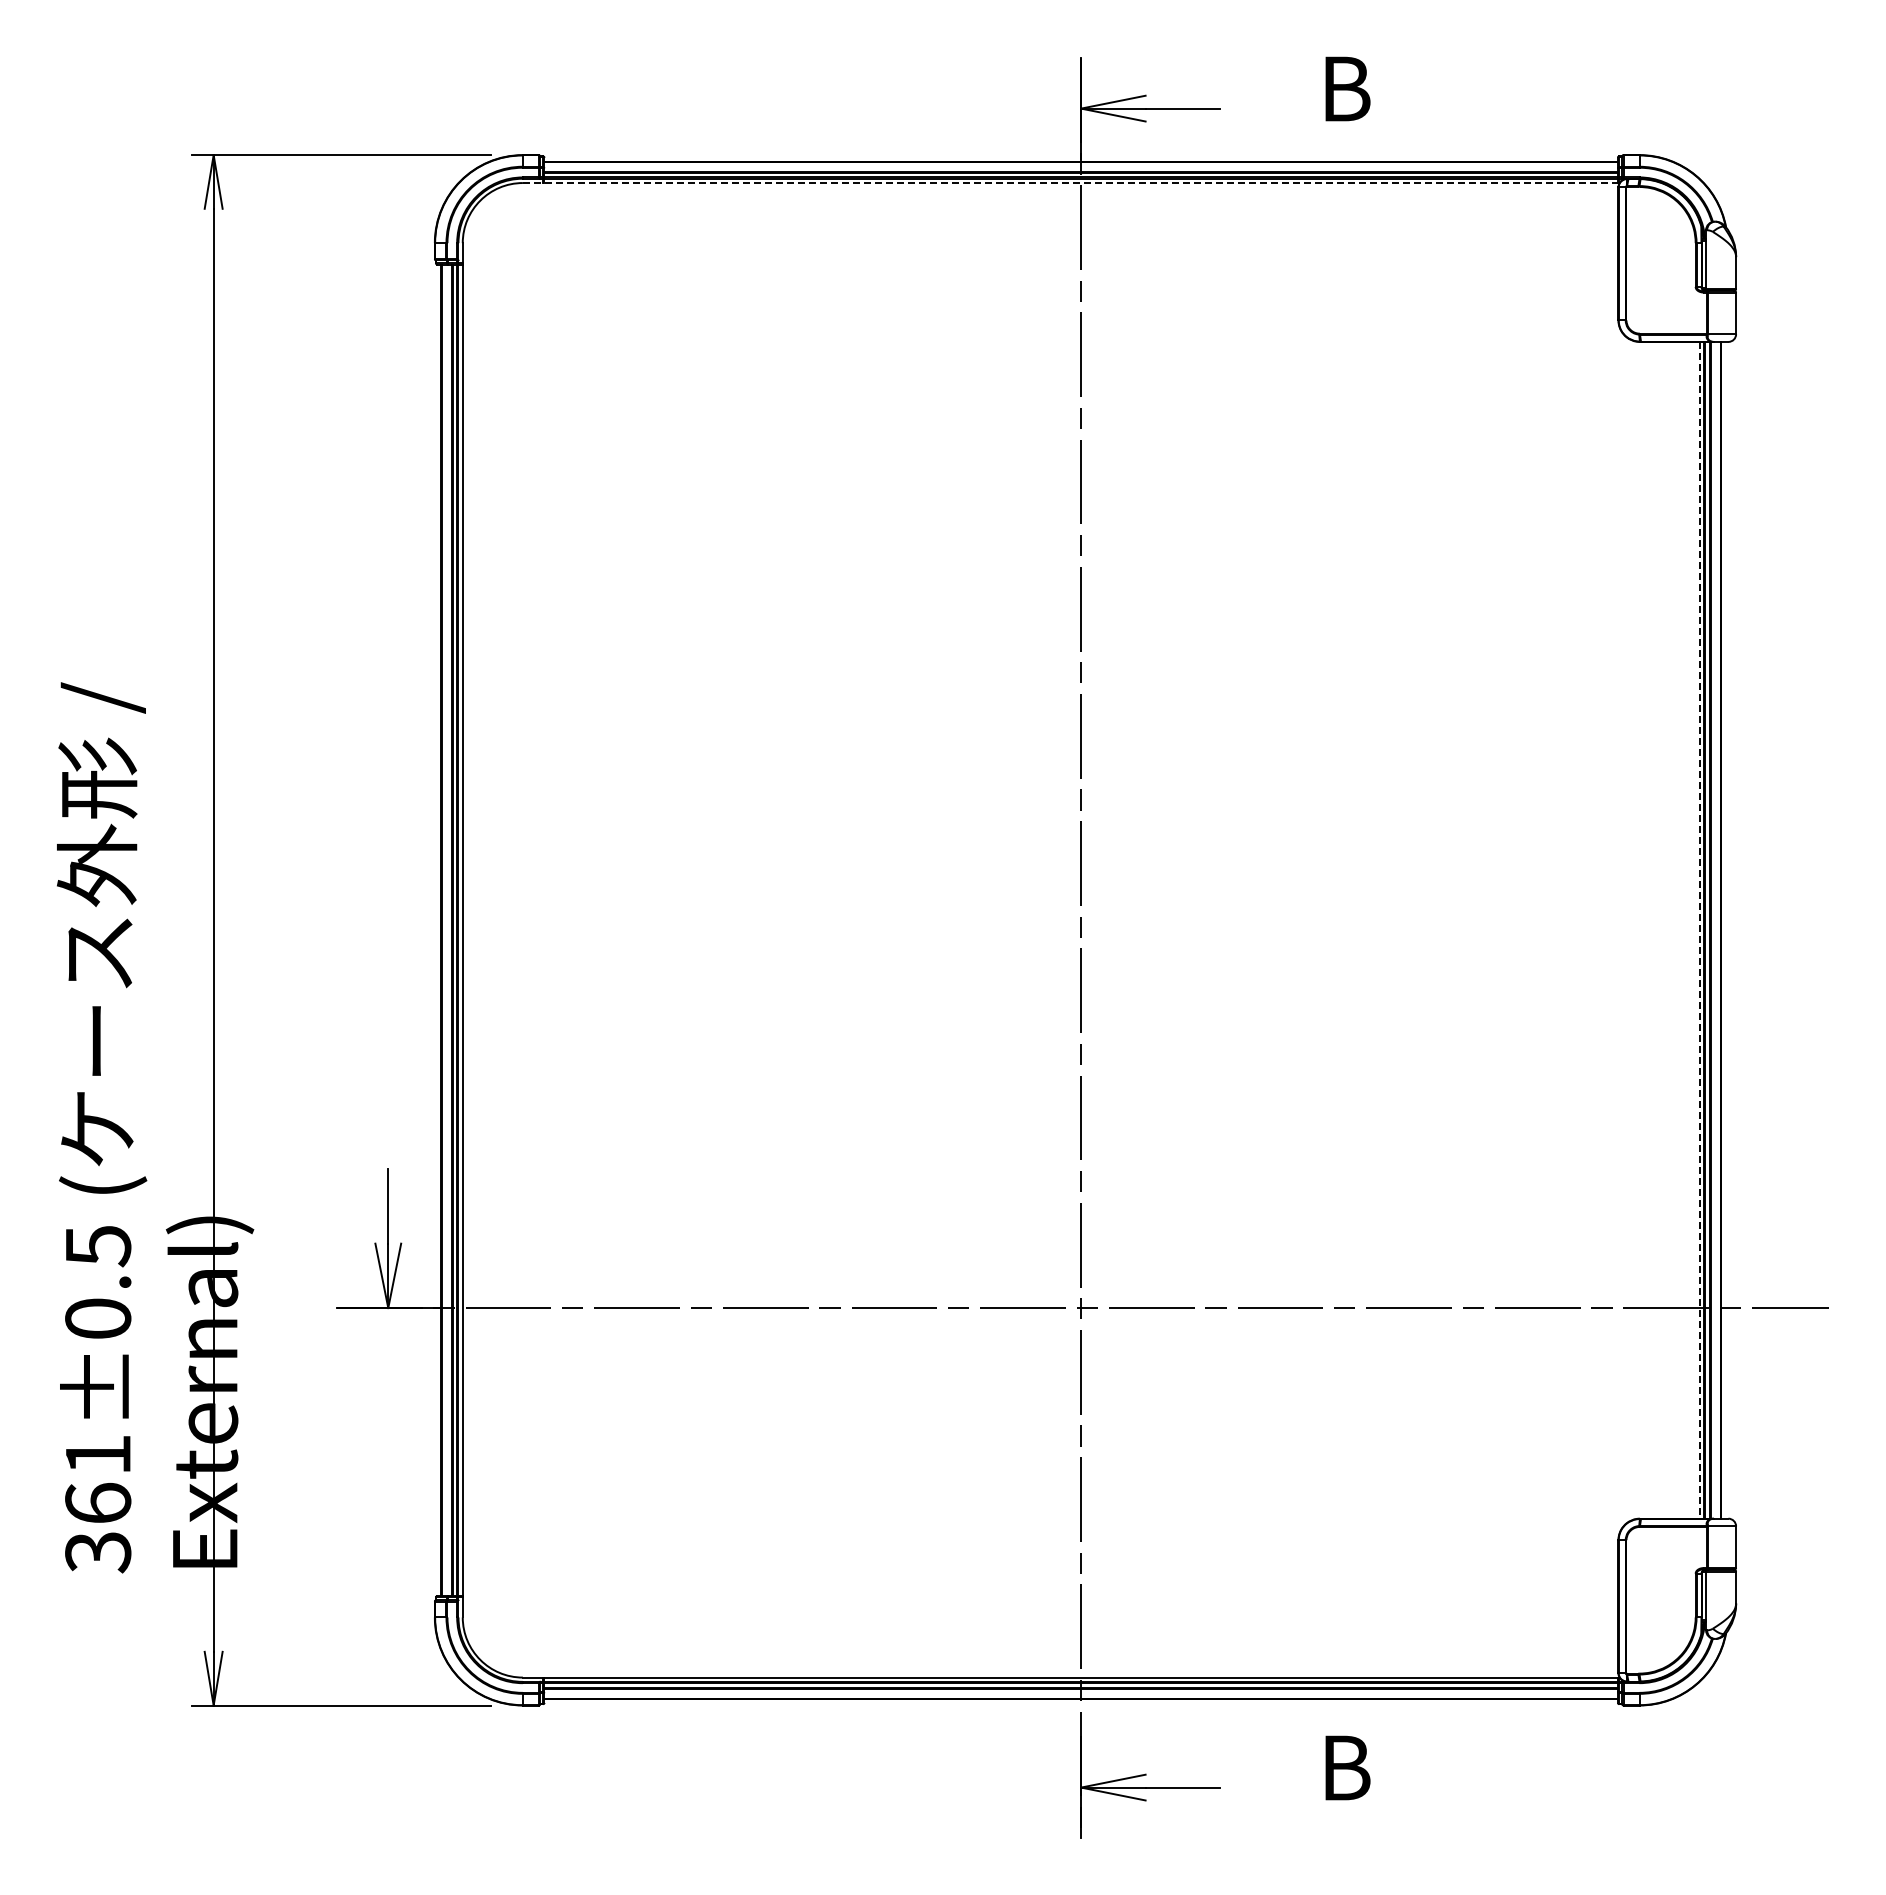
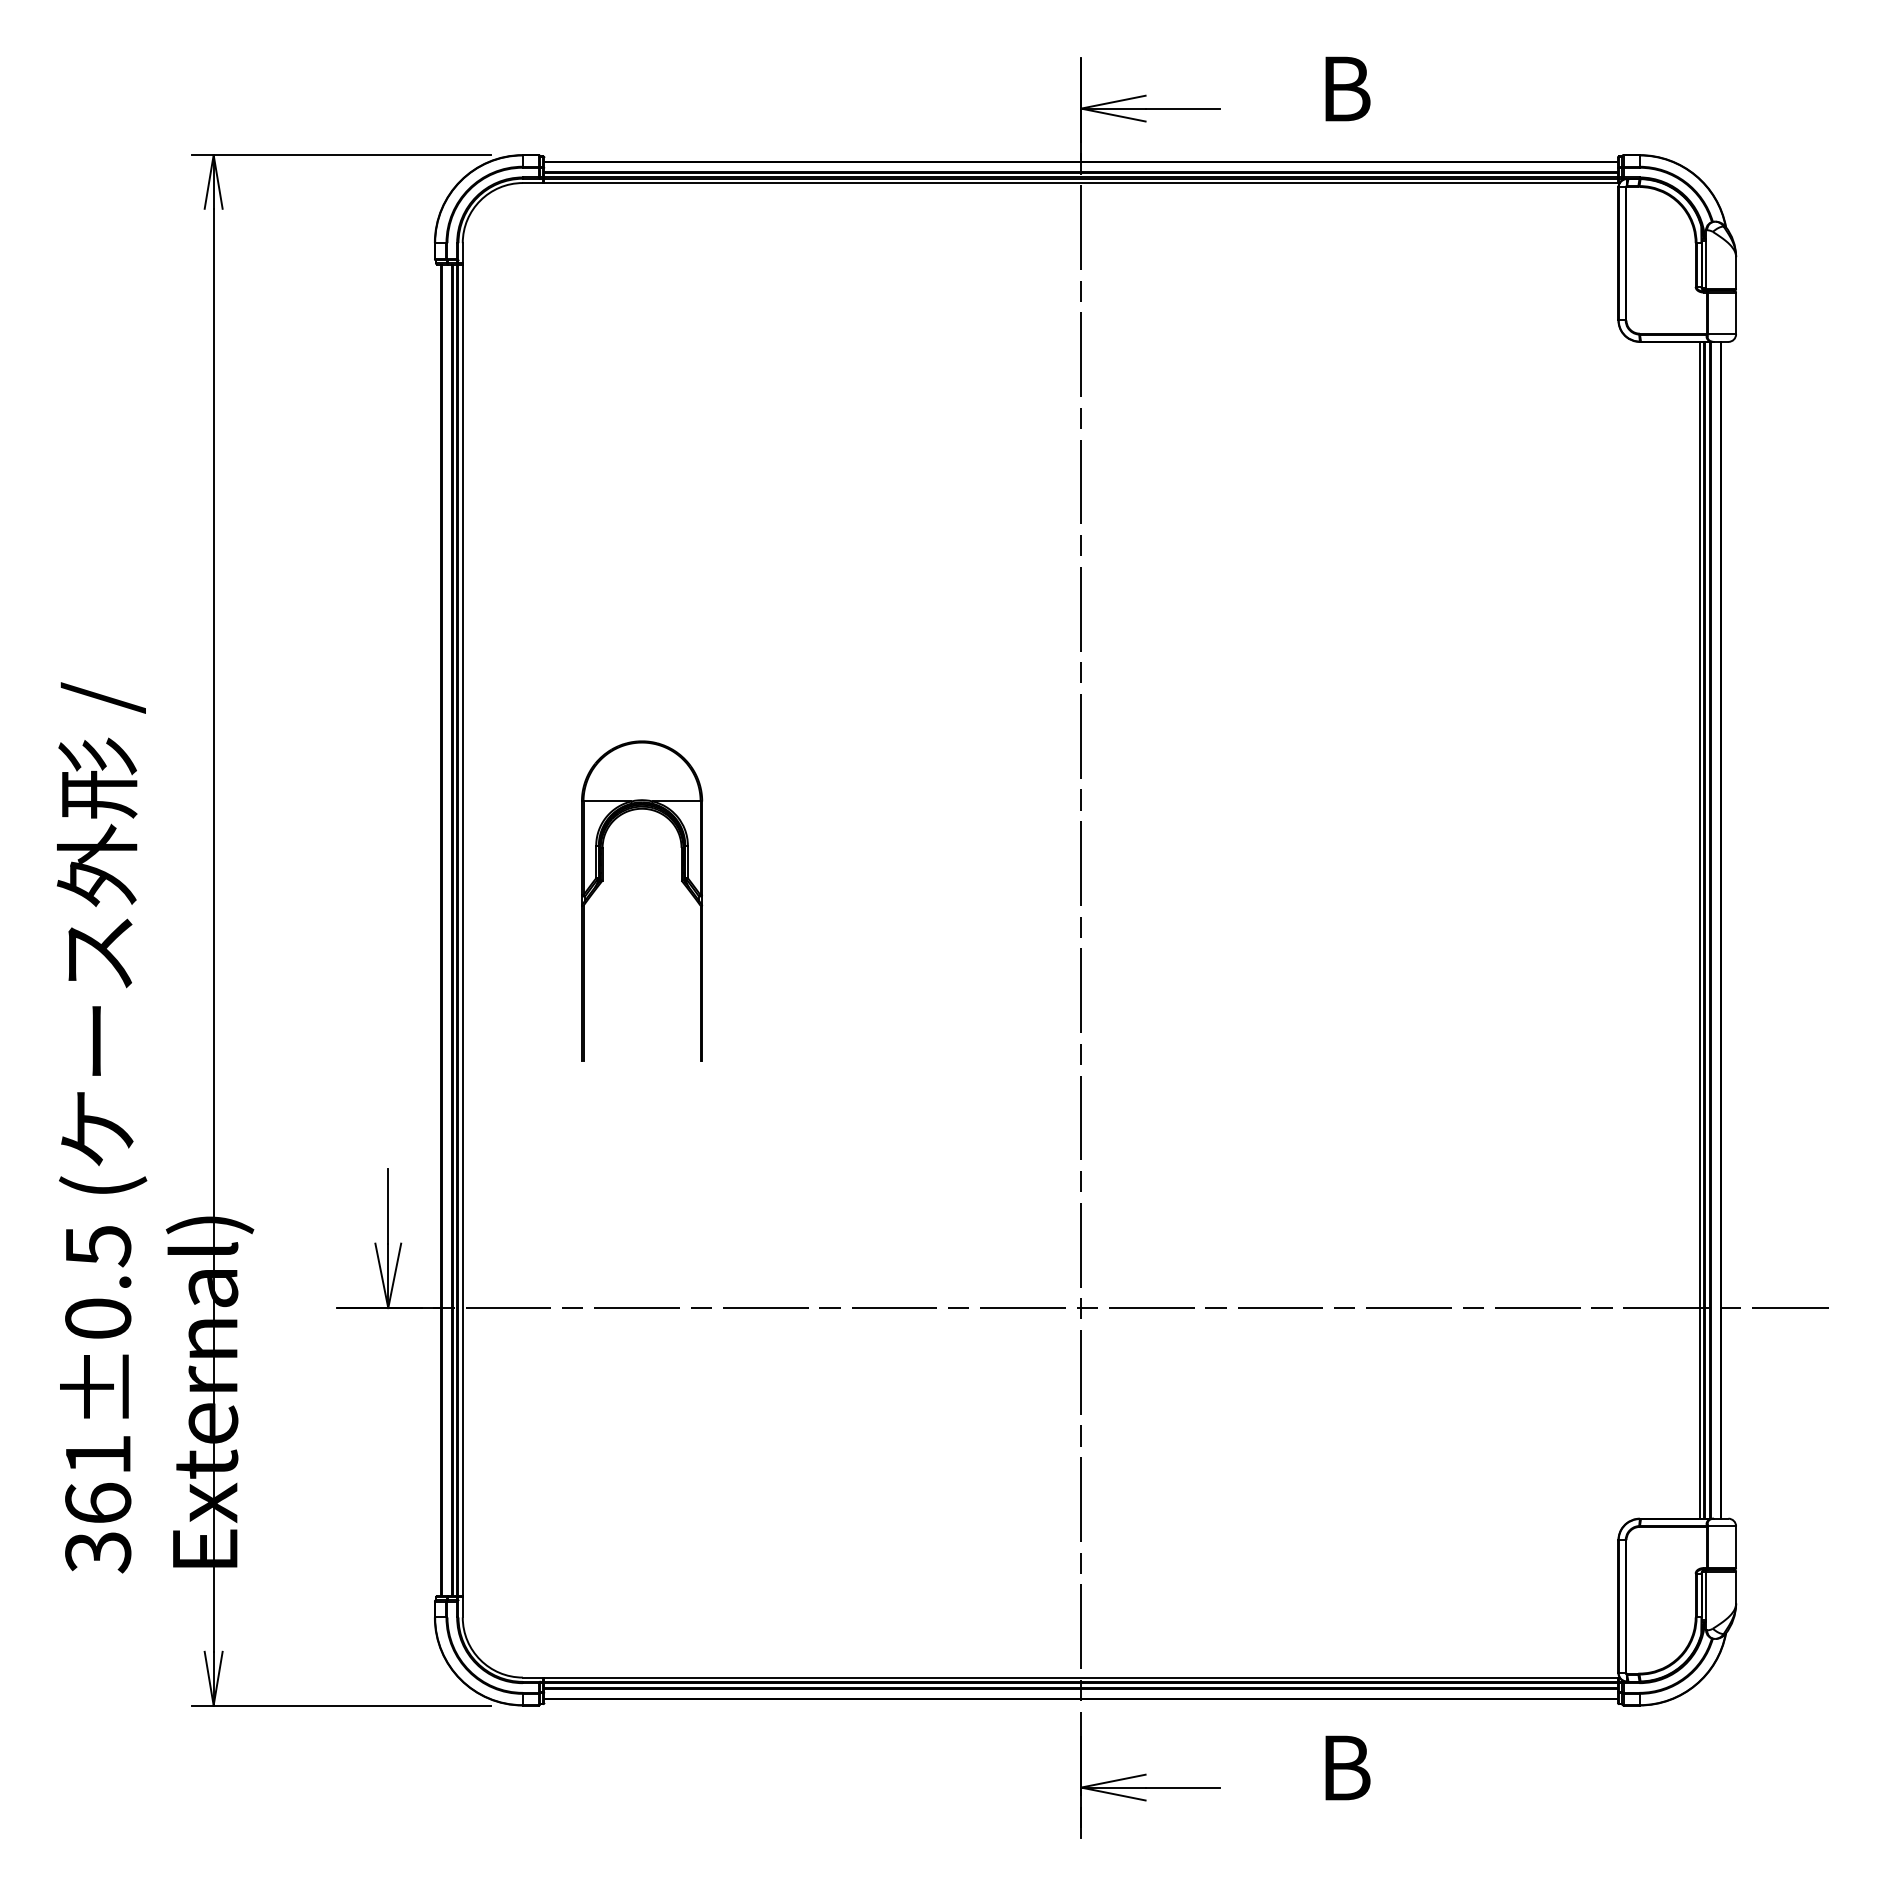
line at (1071, 183): dashed -> solid
part at (681, 882): none -> present
line at (1699, 930): dashed -> solid
